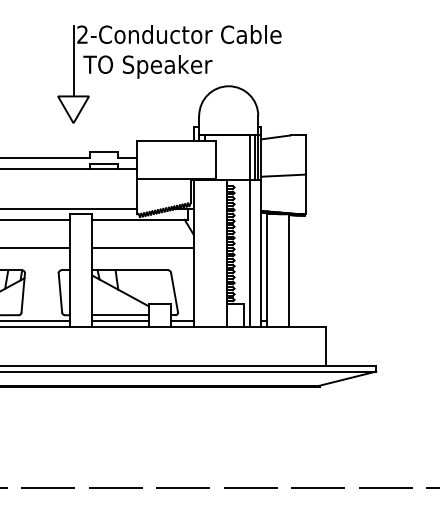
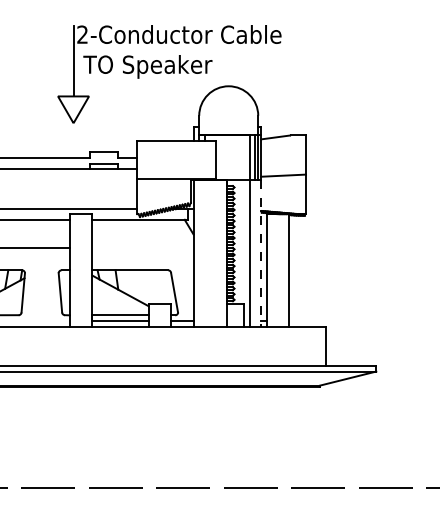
line at (142, 247): present -> none
line at (261, 254): solid -> dashed
line at (35, 320): present -> none
